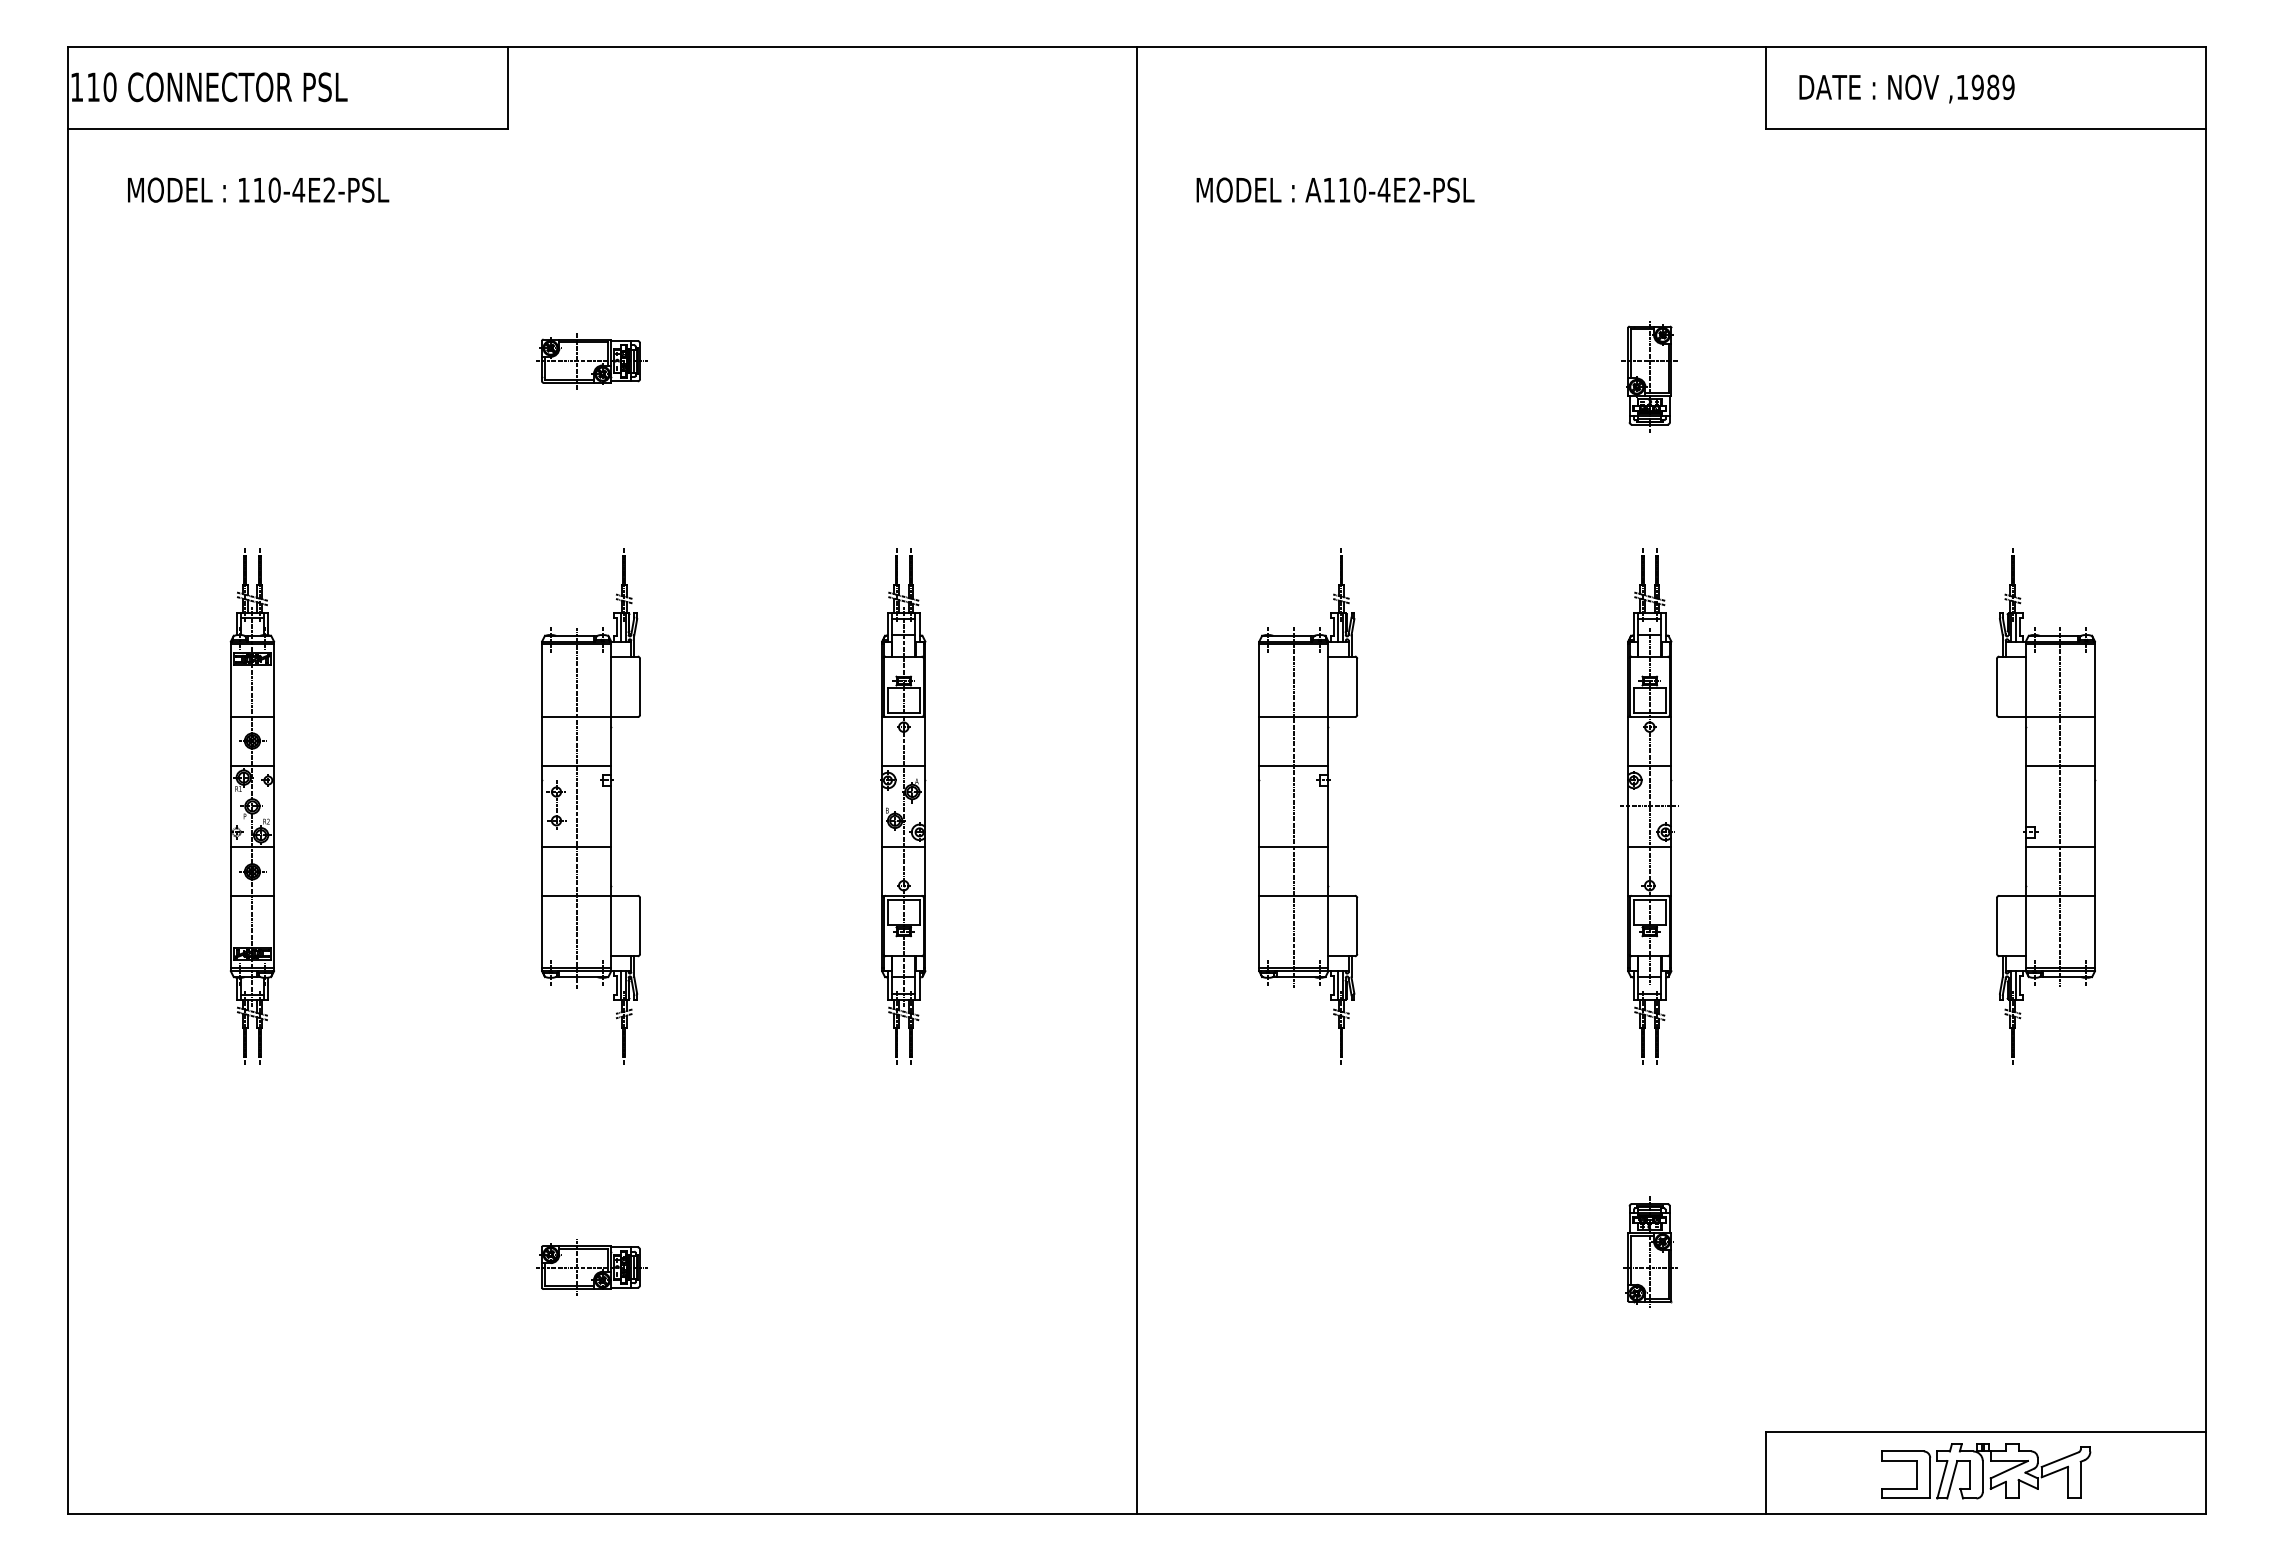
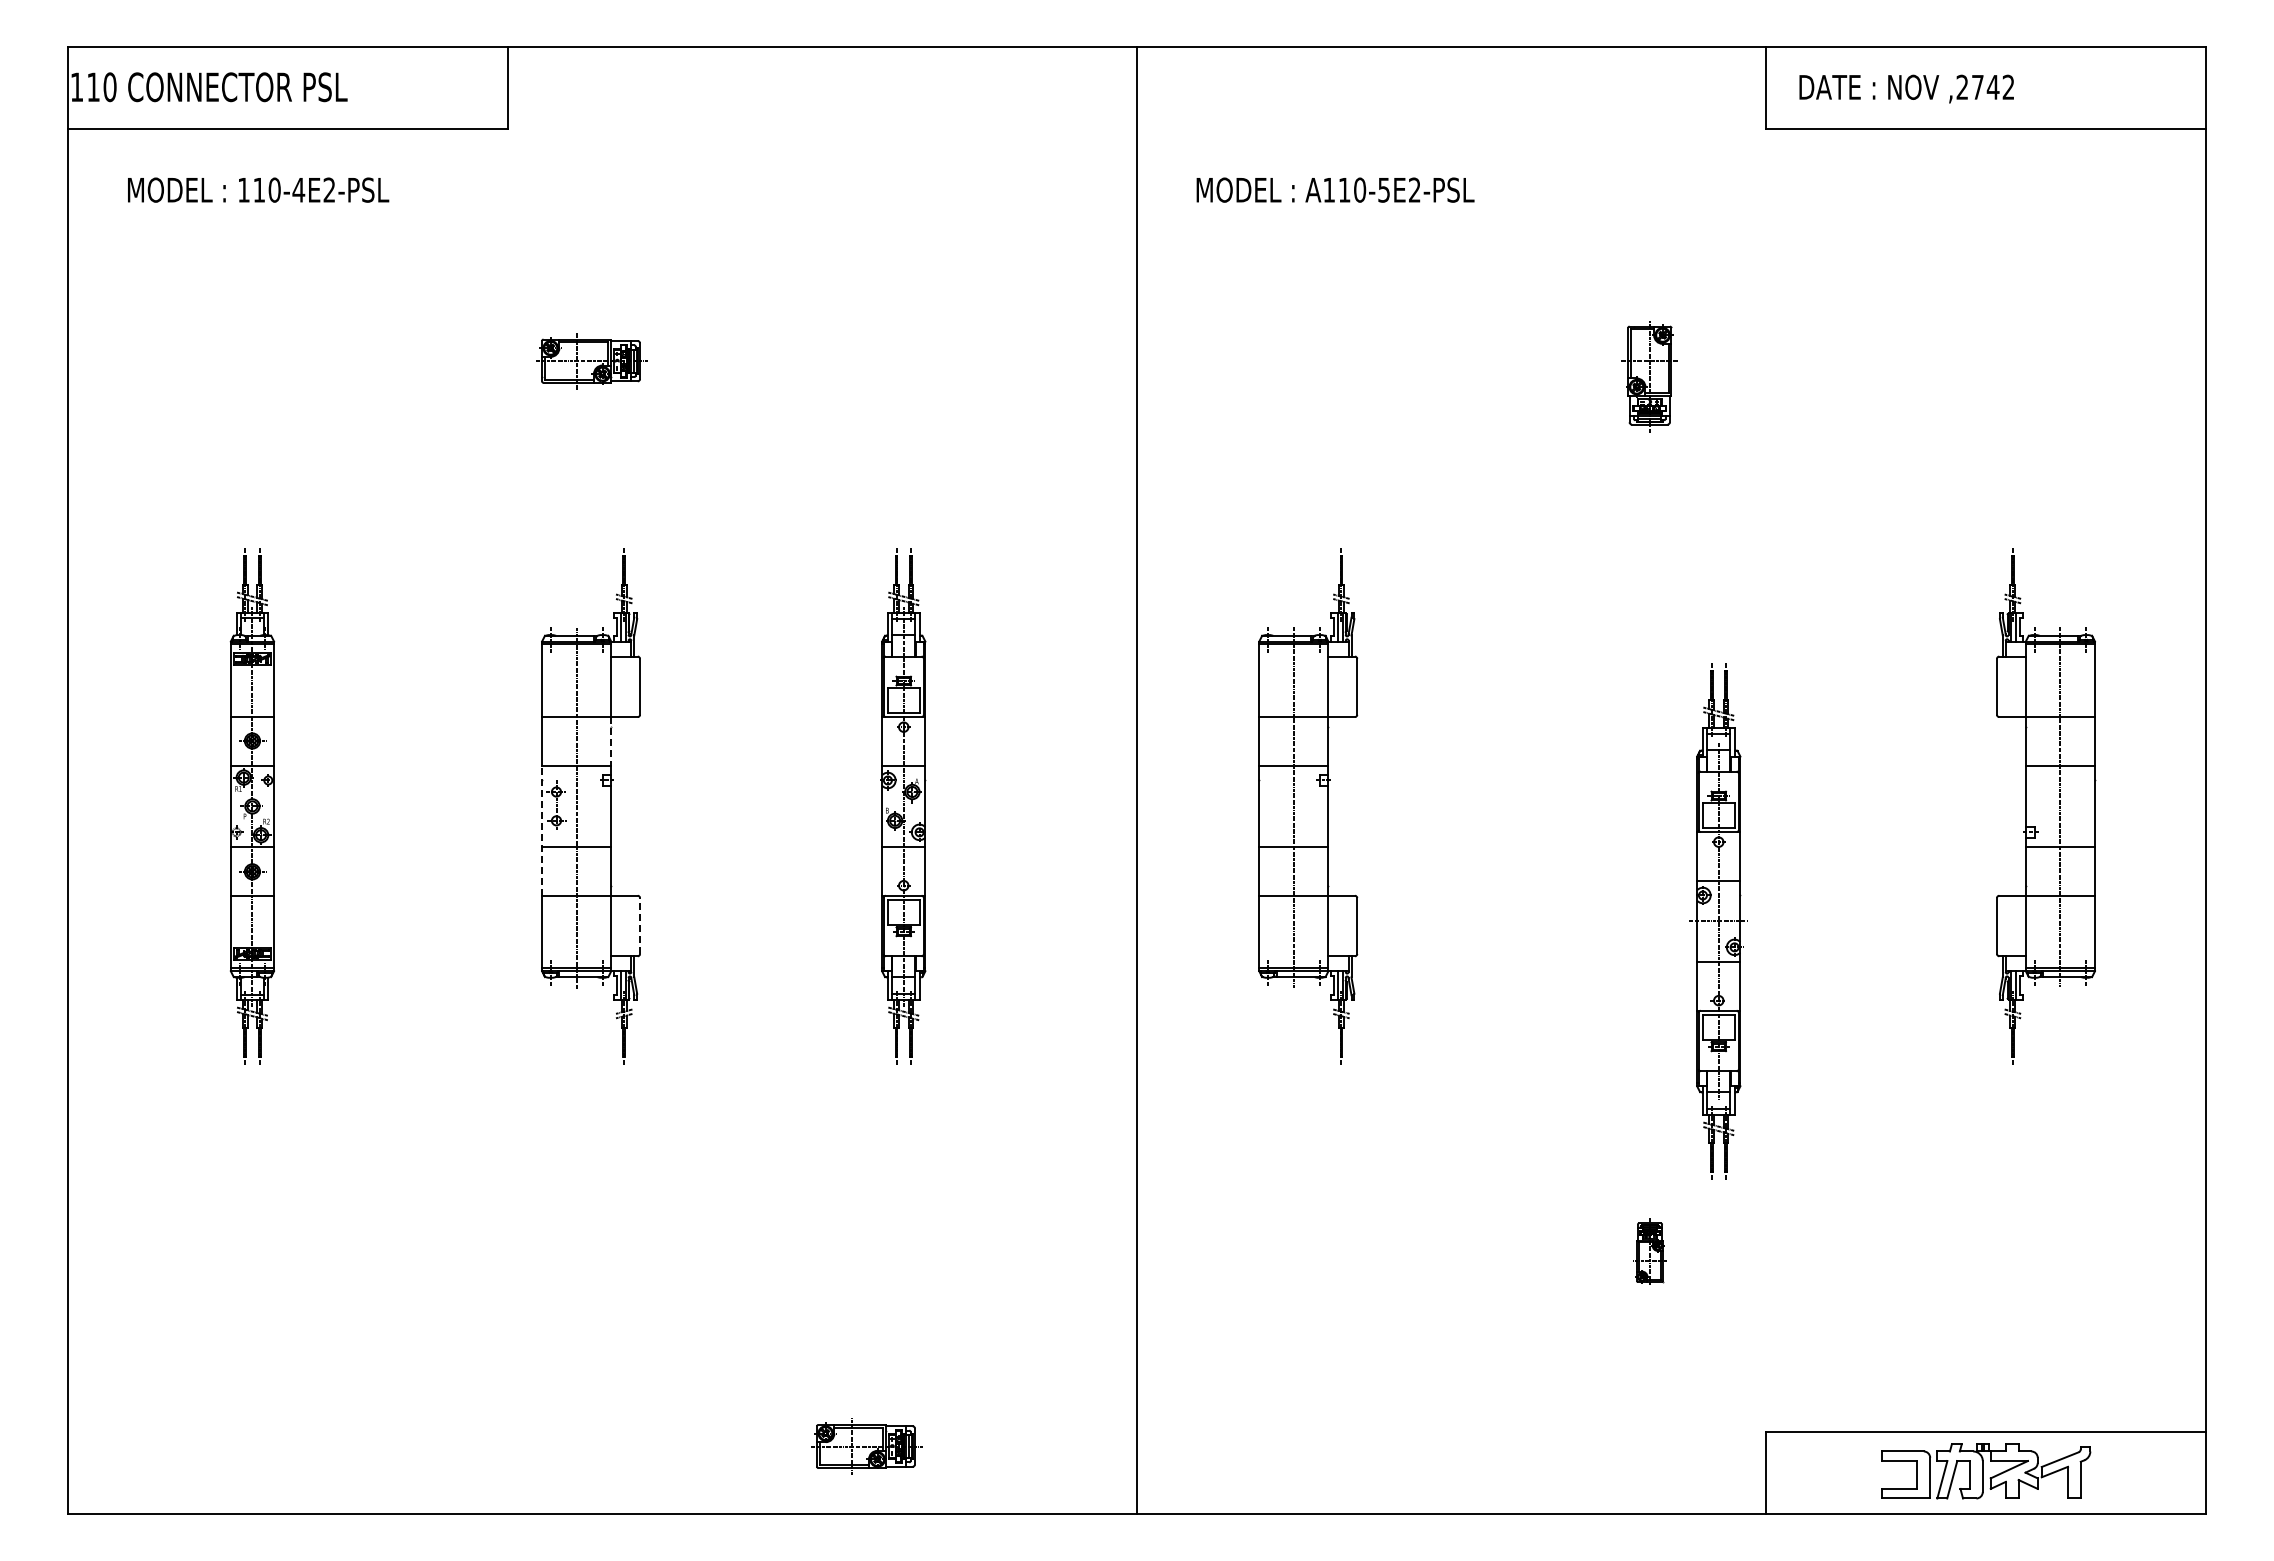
text at (1985, 86): ,1989 -> ,2742
text at (1383, 190): A110-4E2-PSL -> A110-5E2-PSL
line at (611, 742): solid -> dashed
part at (1649, 806) position: (1649, 806) -> (1718, 921)
line at (542, 830): solid -> dashed
line at (640, 926): solid -> dashed
part at (1650, 1251) size: 55x112 px -> 34x67 px
part at (591, 1267) position: (591, 1267) -> (866, 1446)
